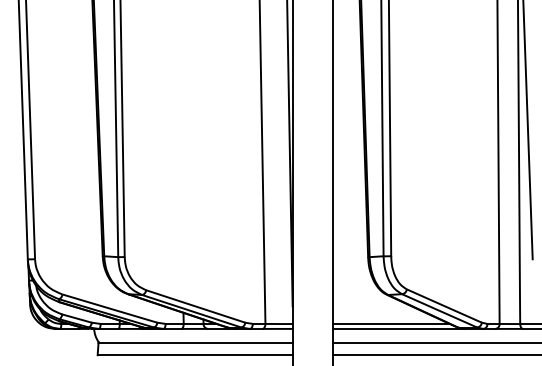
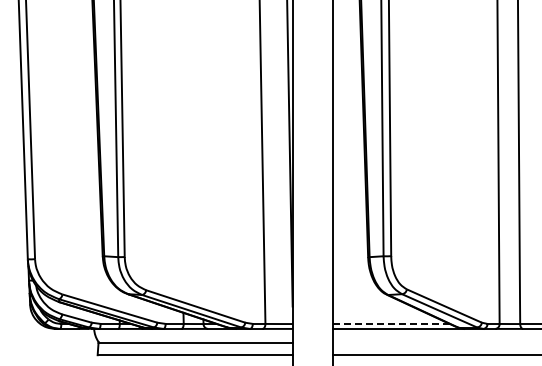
line at (527, 130): present -> none
line at (390, 324): solid -> dashed
line at (435, 343): present -> none
